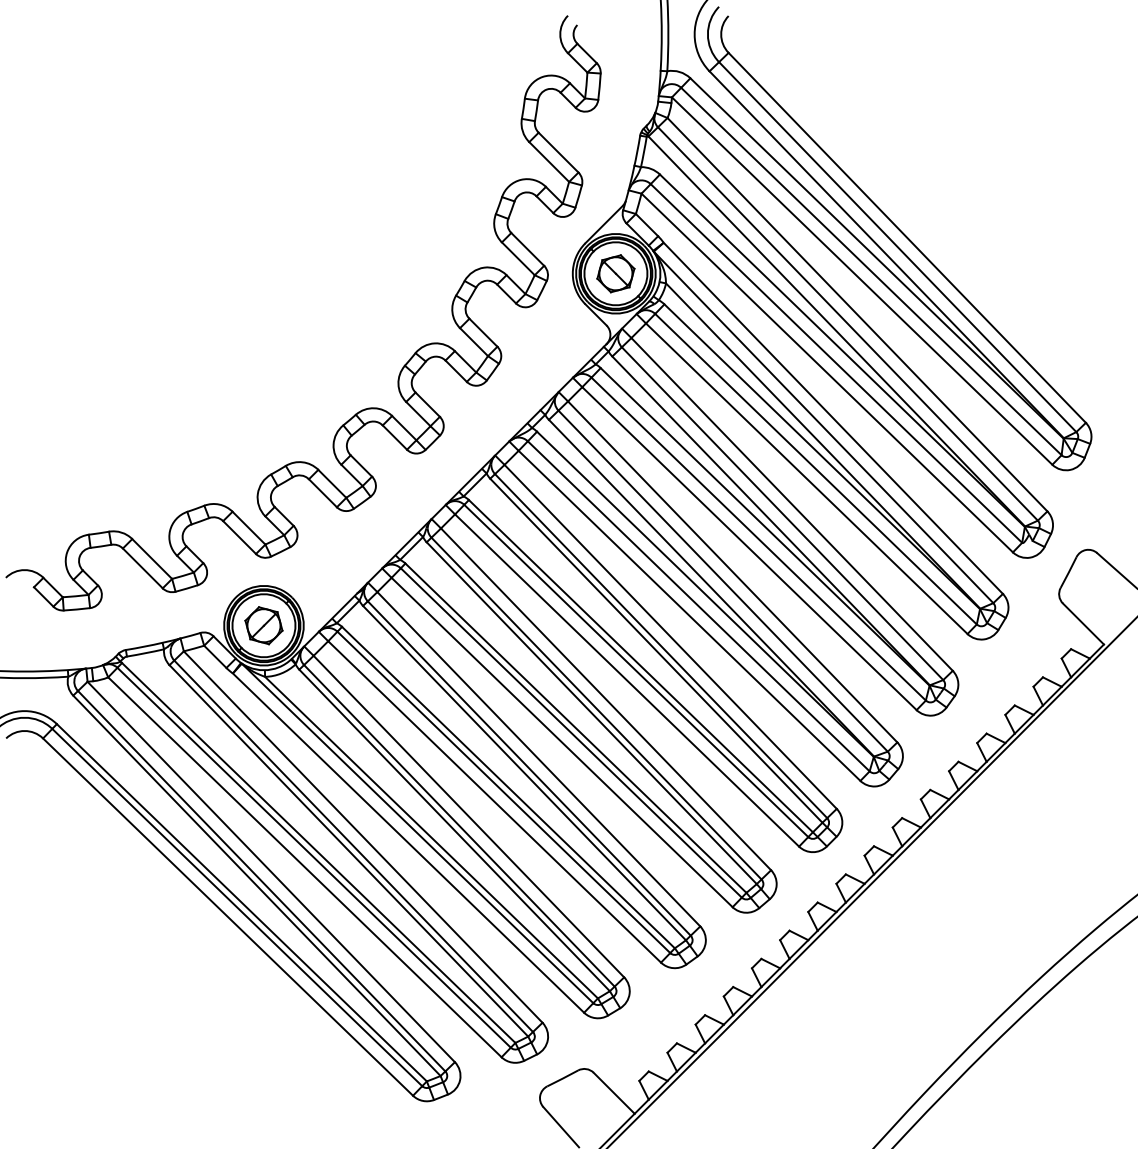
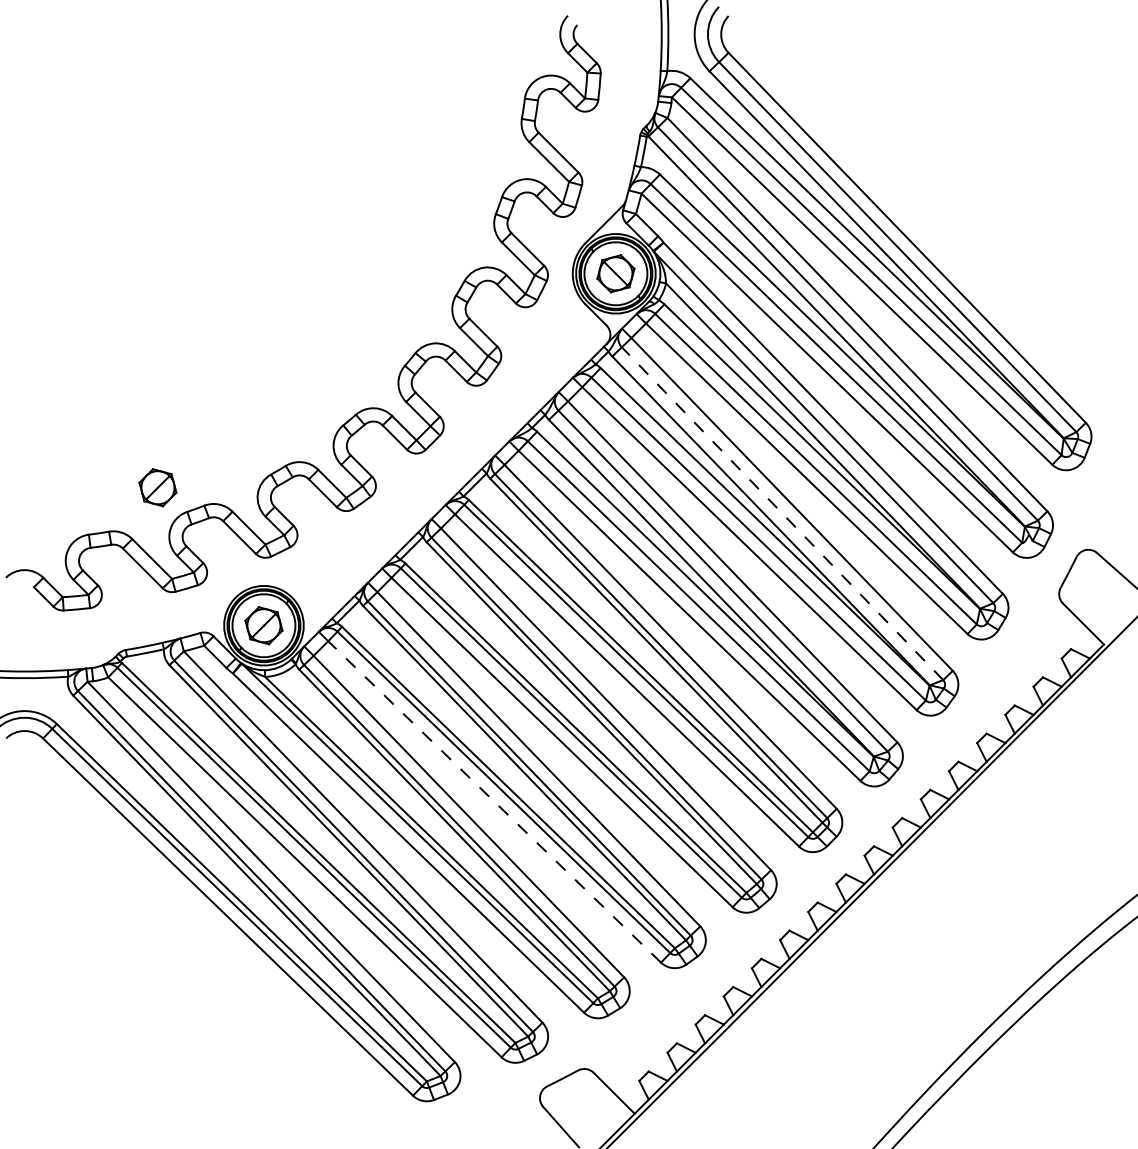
part at (157, 487): none -> present
line at (782, 513): solid -> dashed
line at (494, 801): solid -> dashed
